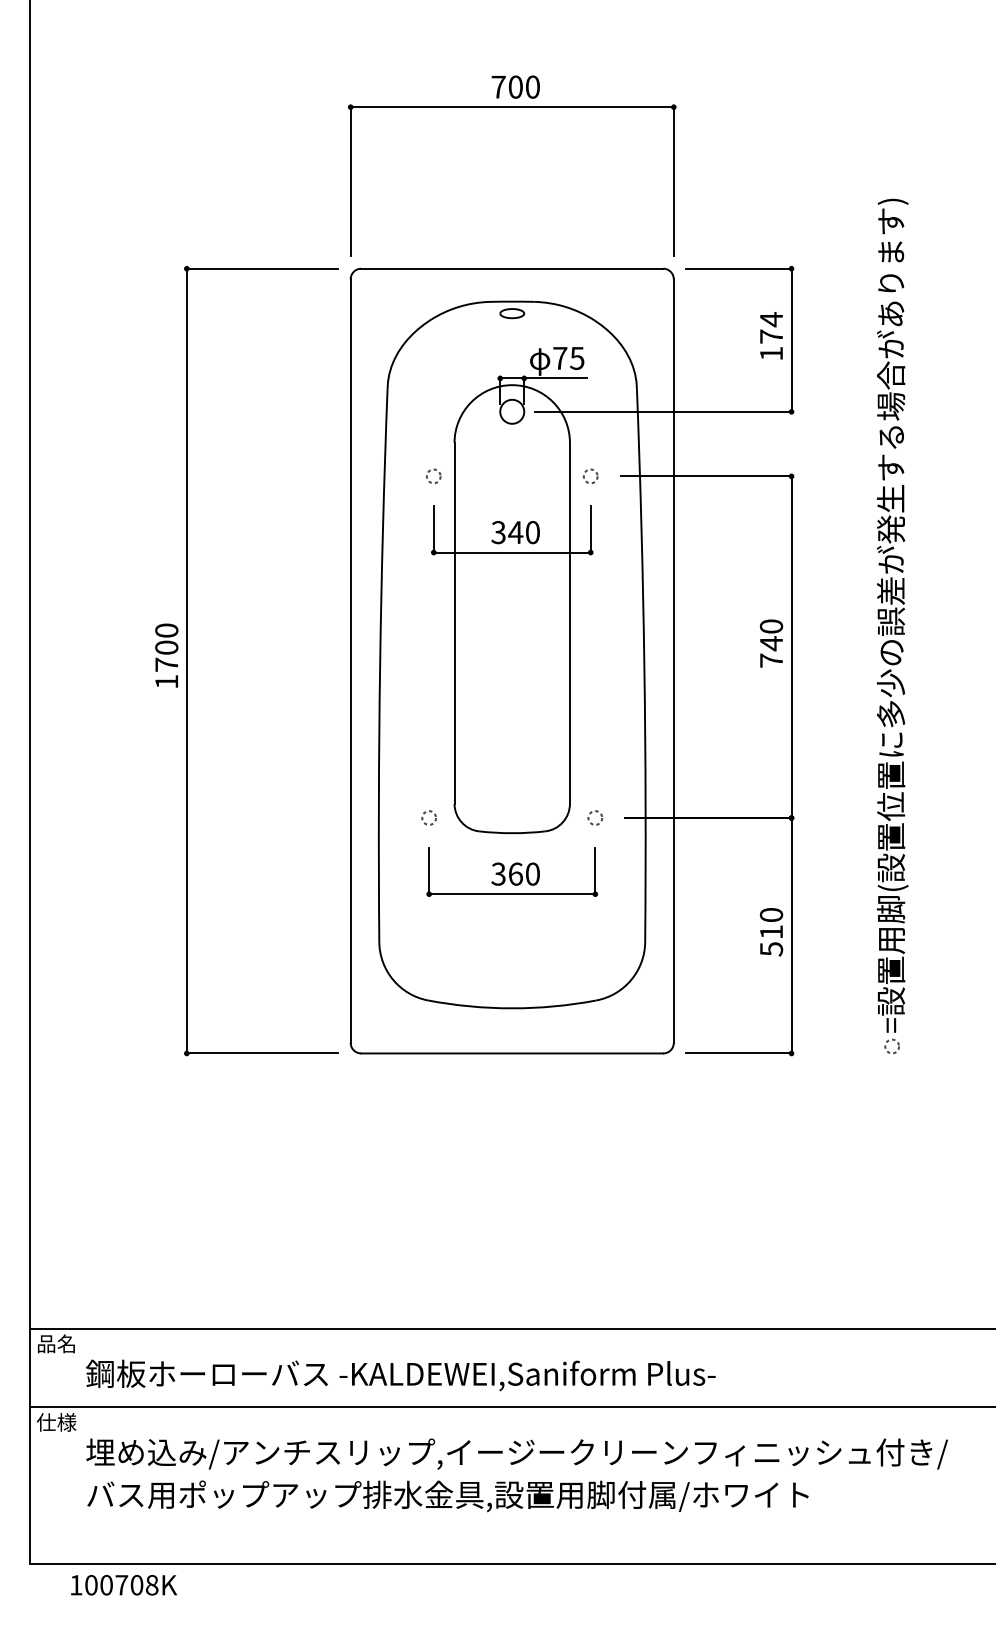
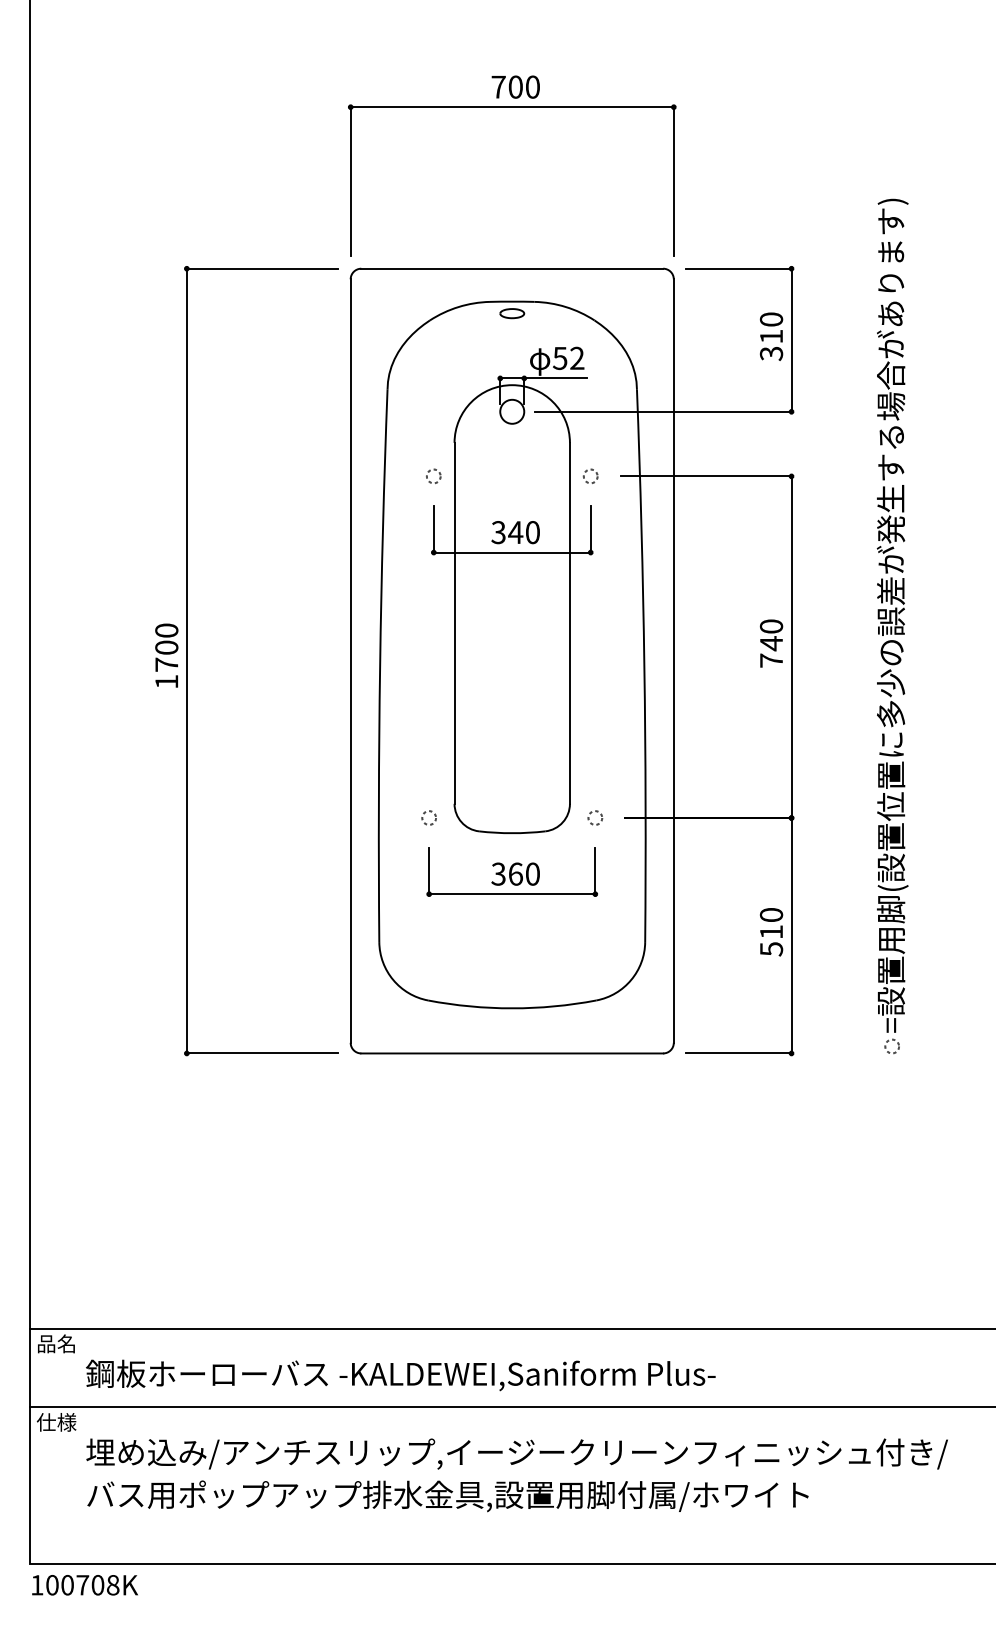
text at (771, 336): 174 -> 310
text at (568, 357): 75 -> 52
text at (123, 1585) position: (123, 1585) -> (84, 1585)
